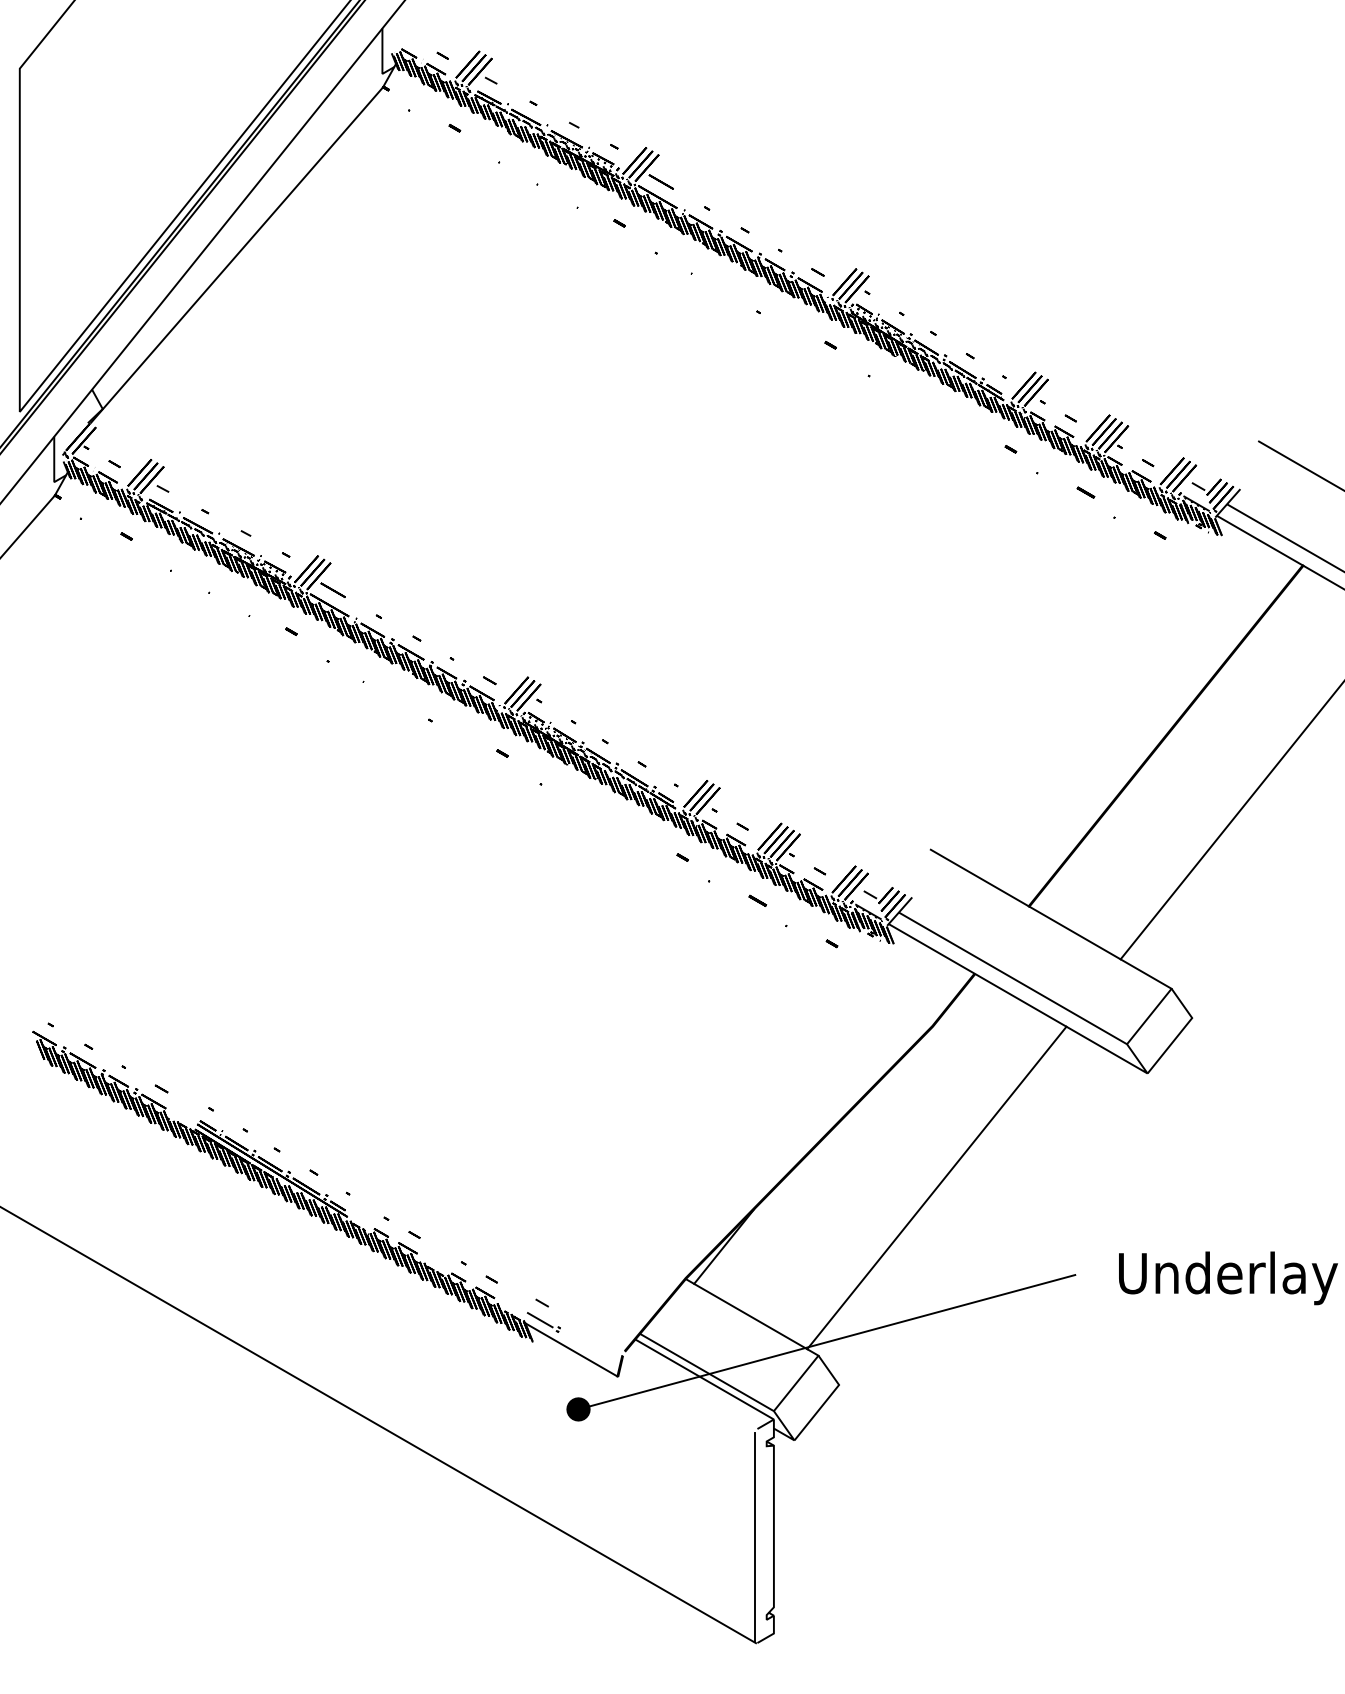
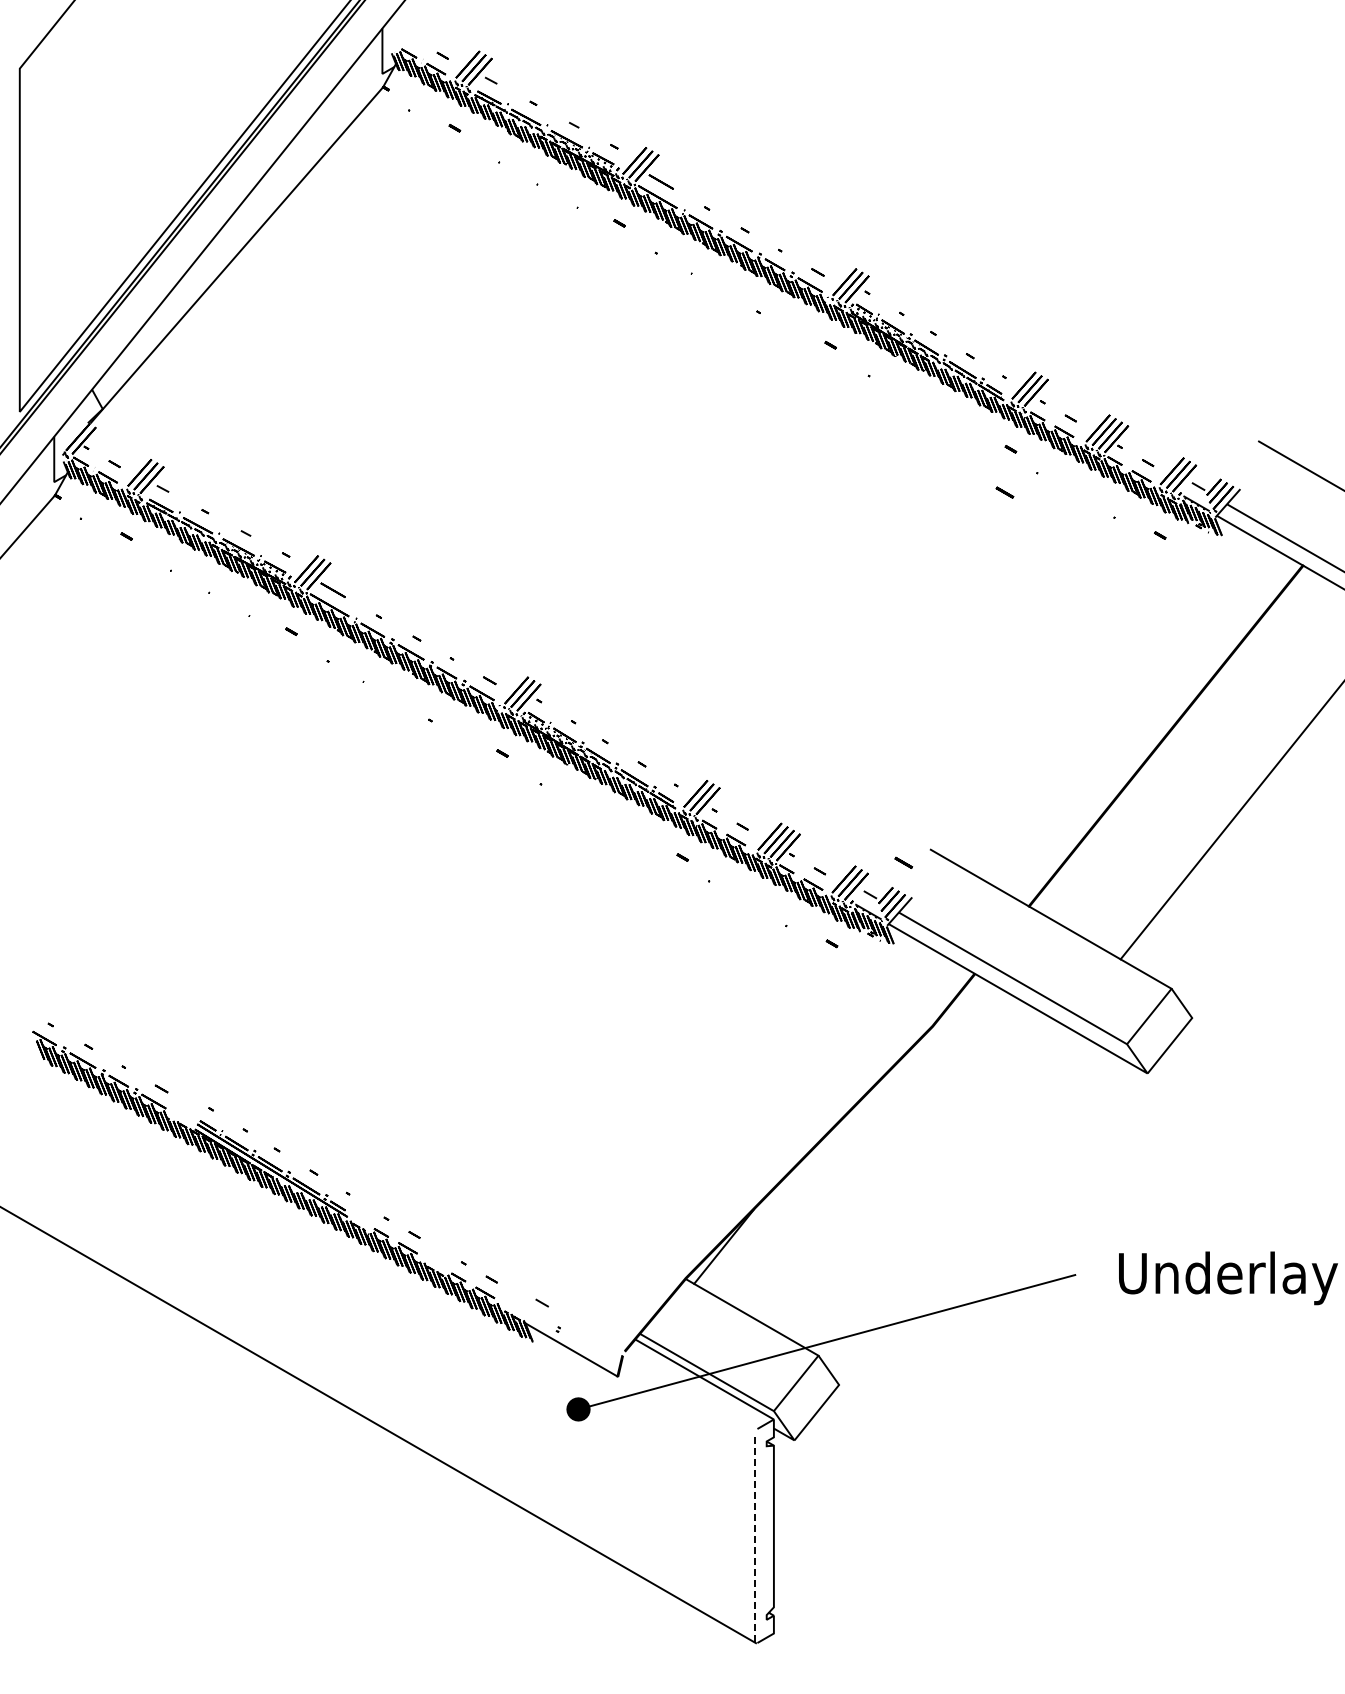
line at (1085, 492) position: (1085, 492) -> (1004, 492)
line at (757, 900) position: (757, 900) -> (903, 862)
line at (936, 1187): present -> none
line at (539, 1320): present -> none
line at (755, 1537): solid -> dashed
